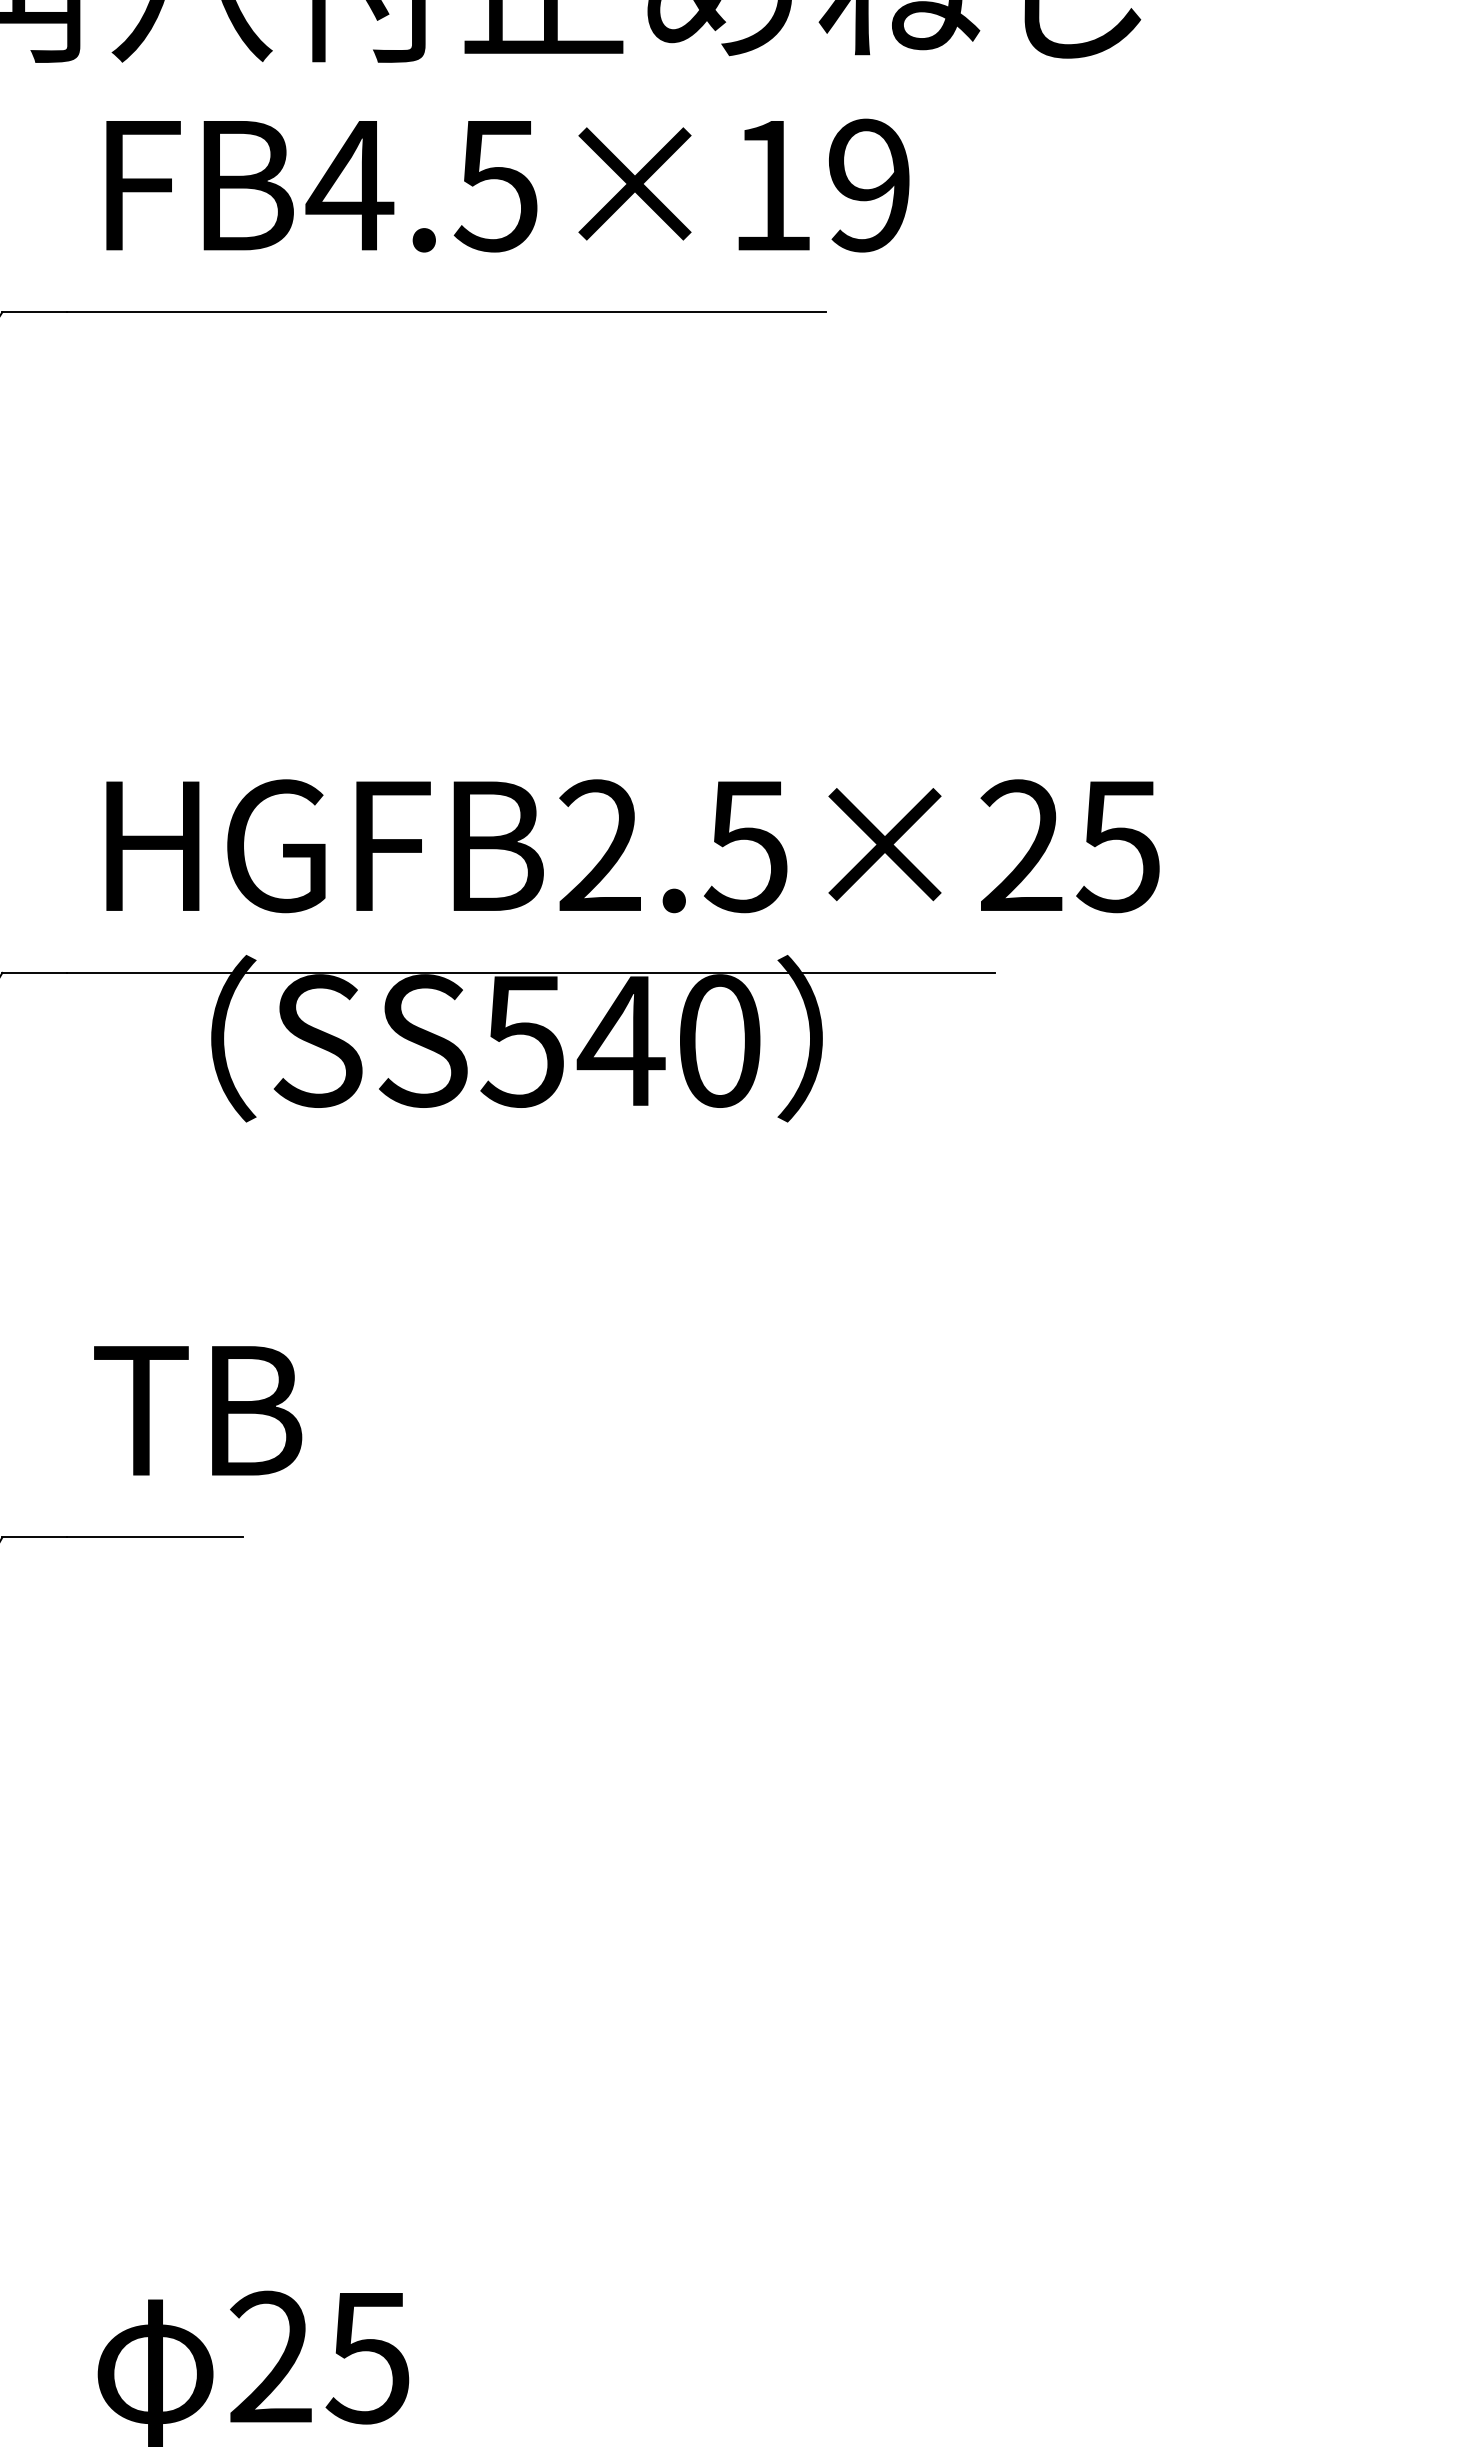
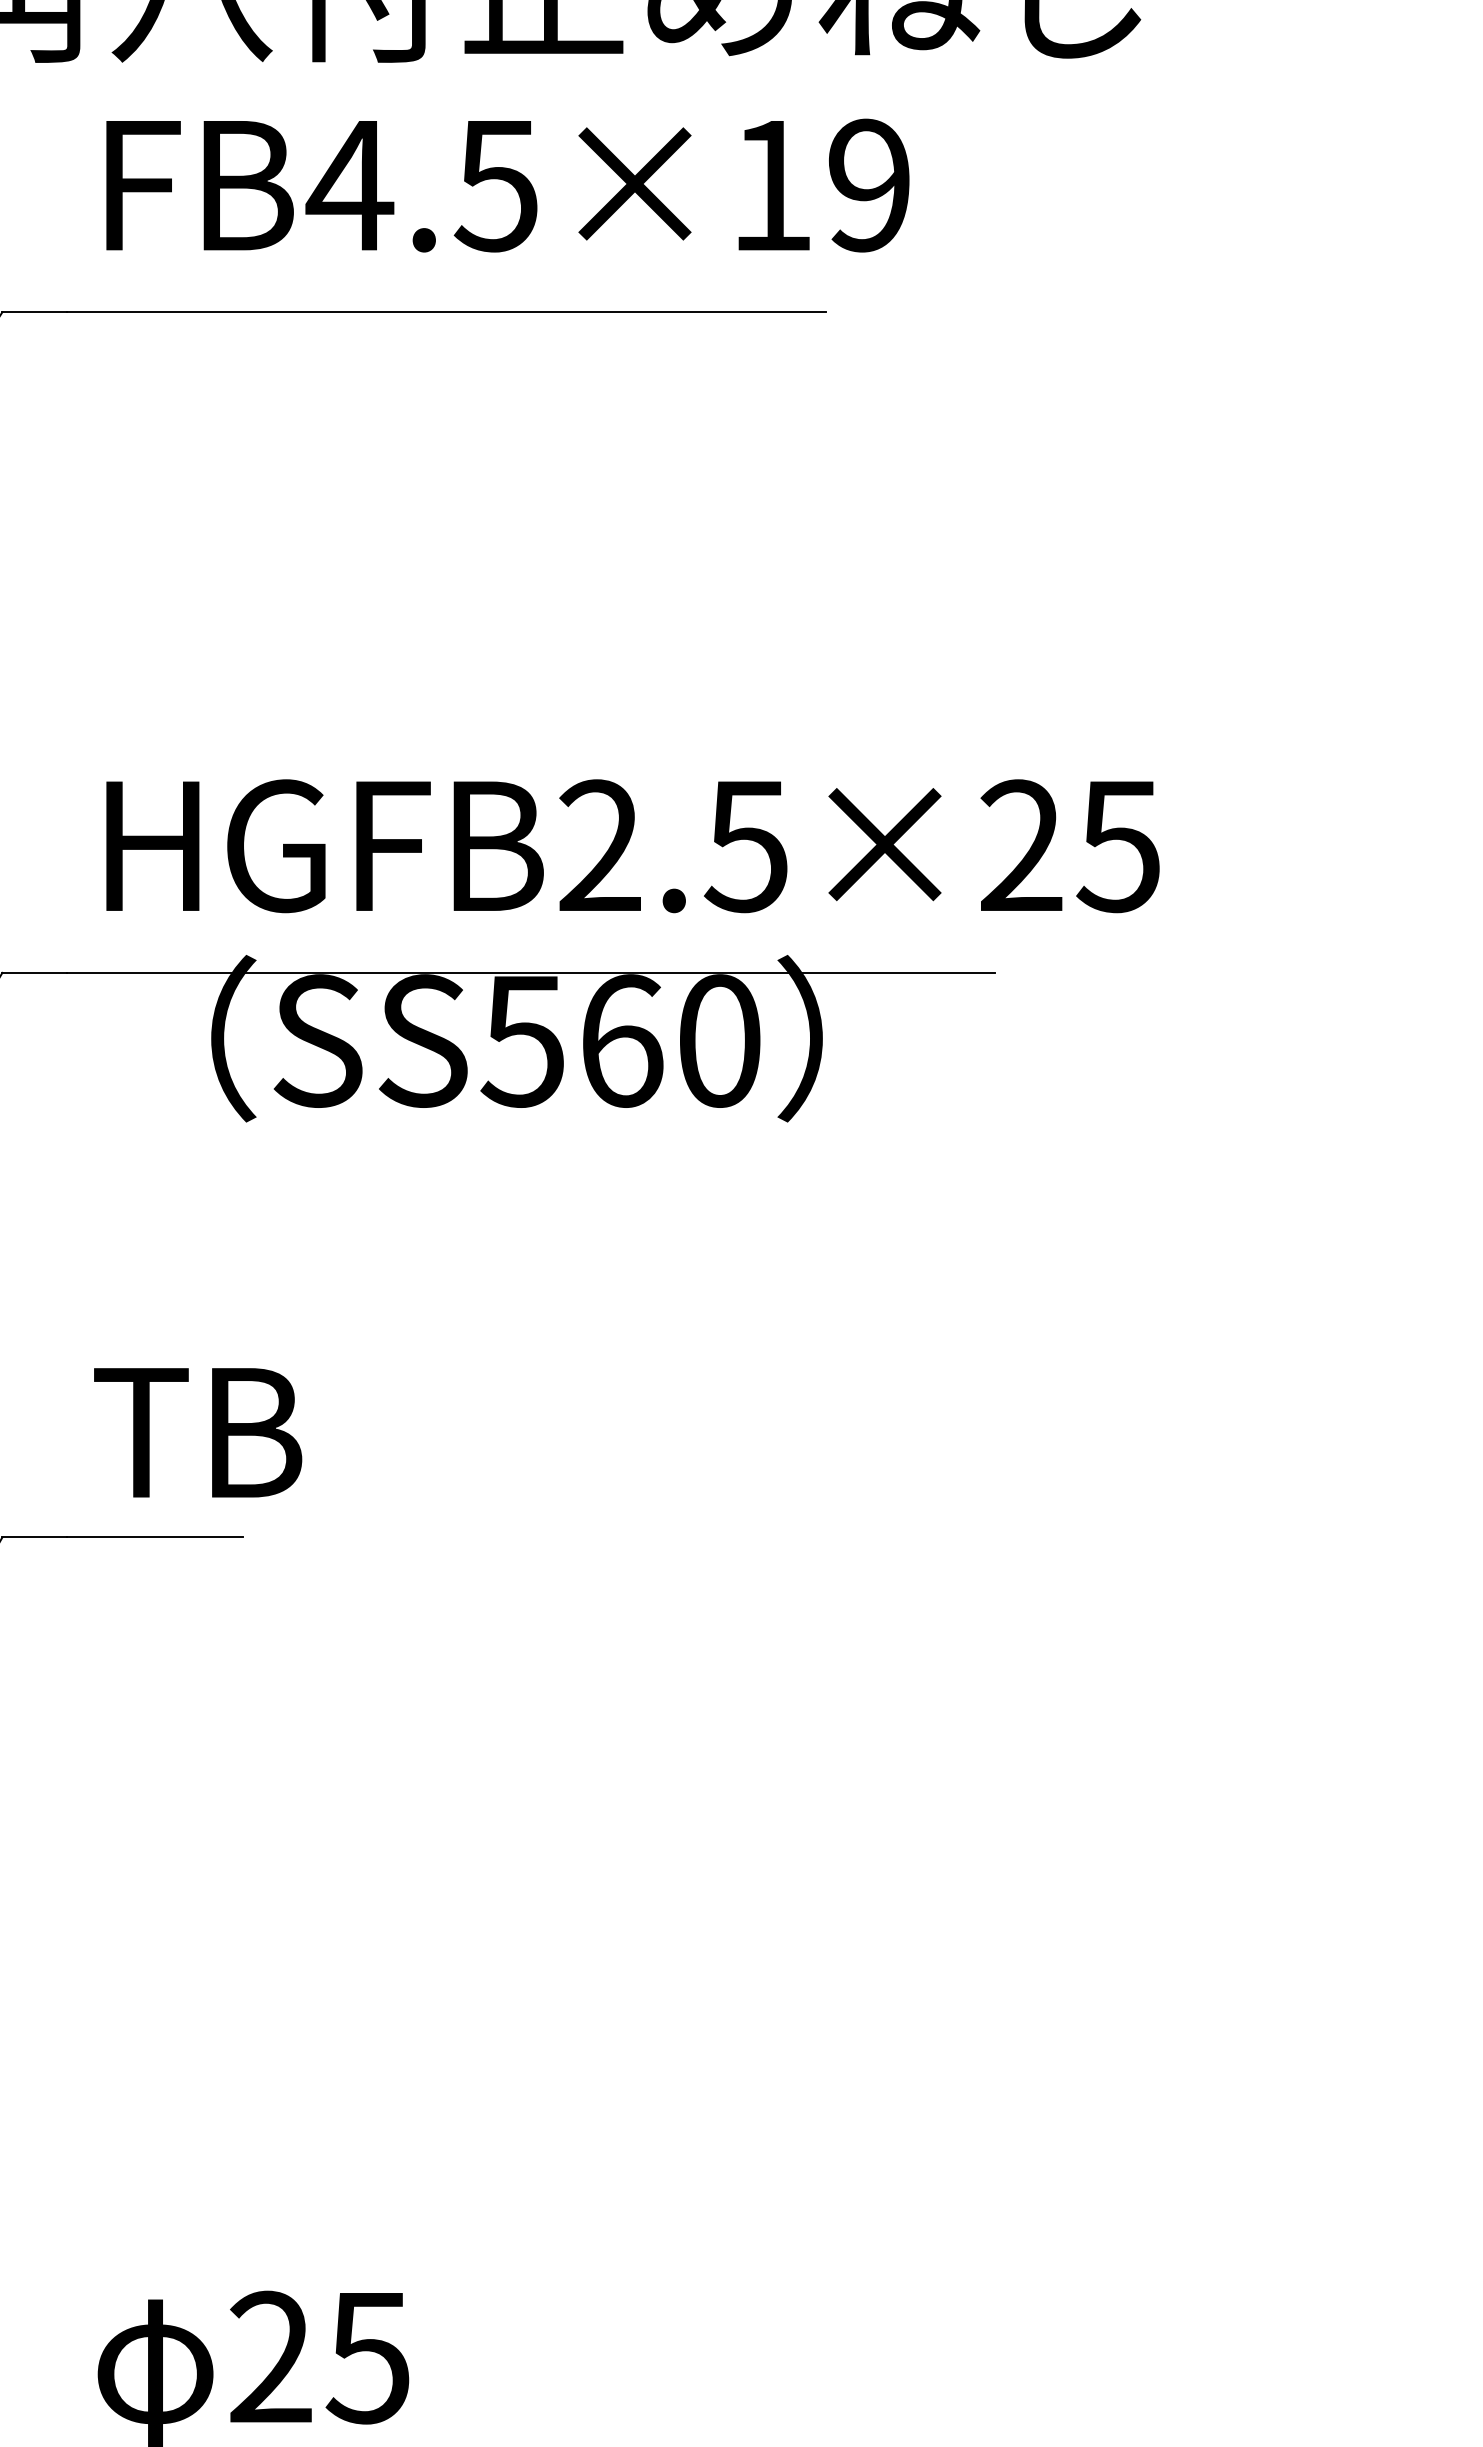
text at (620, 1040): SS540 -> SS560
text at (198, 1410) position: (198, 1410) -> (198, 1432)
